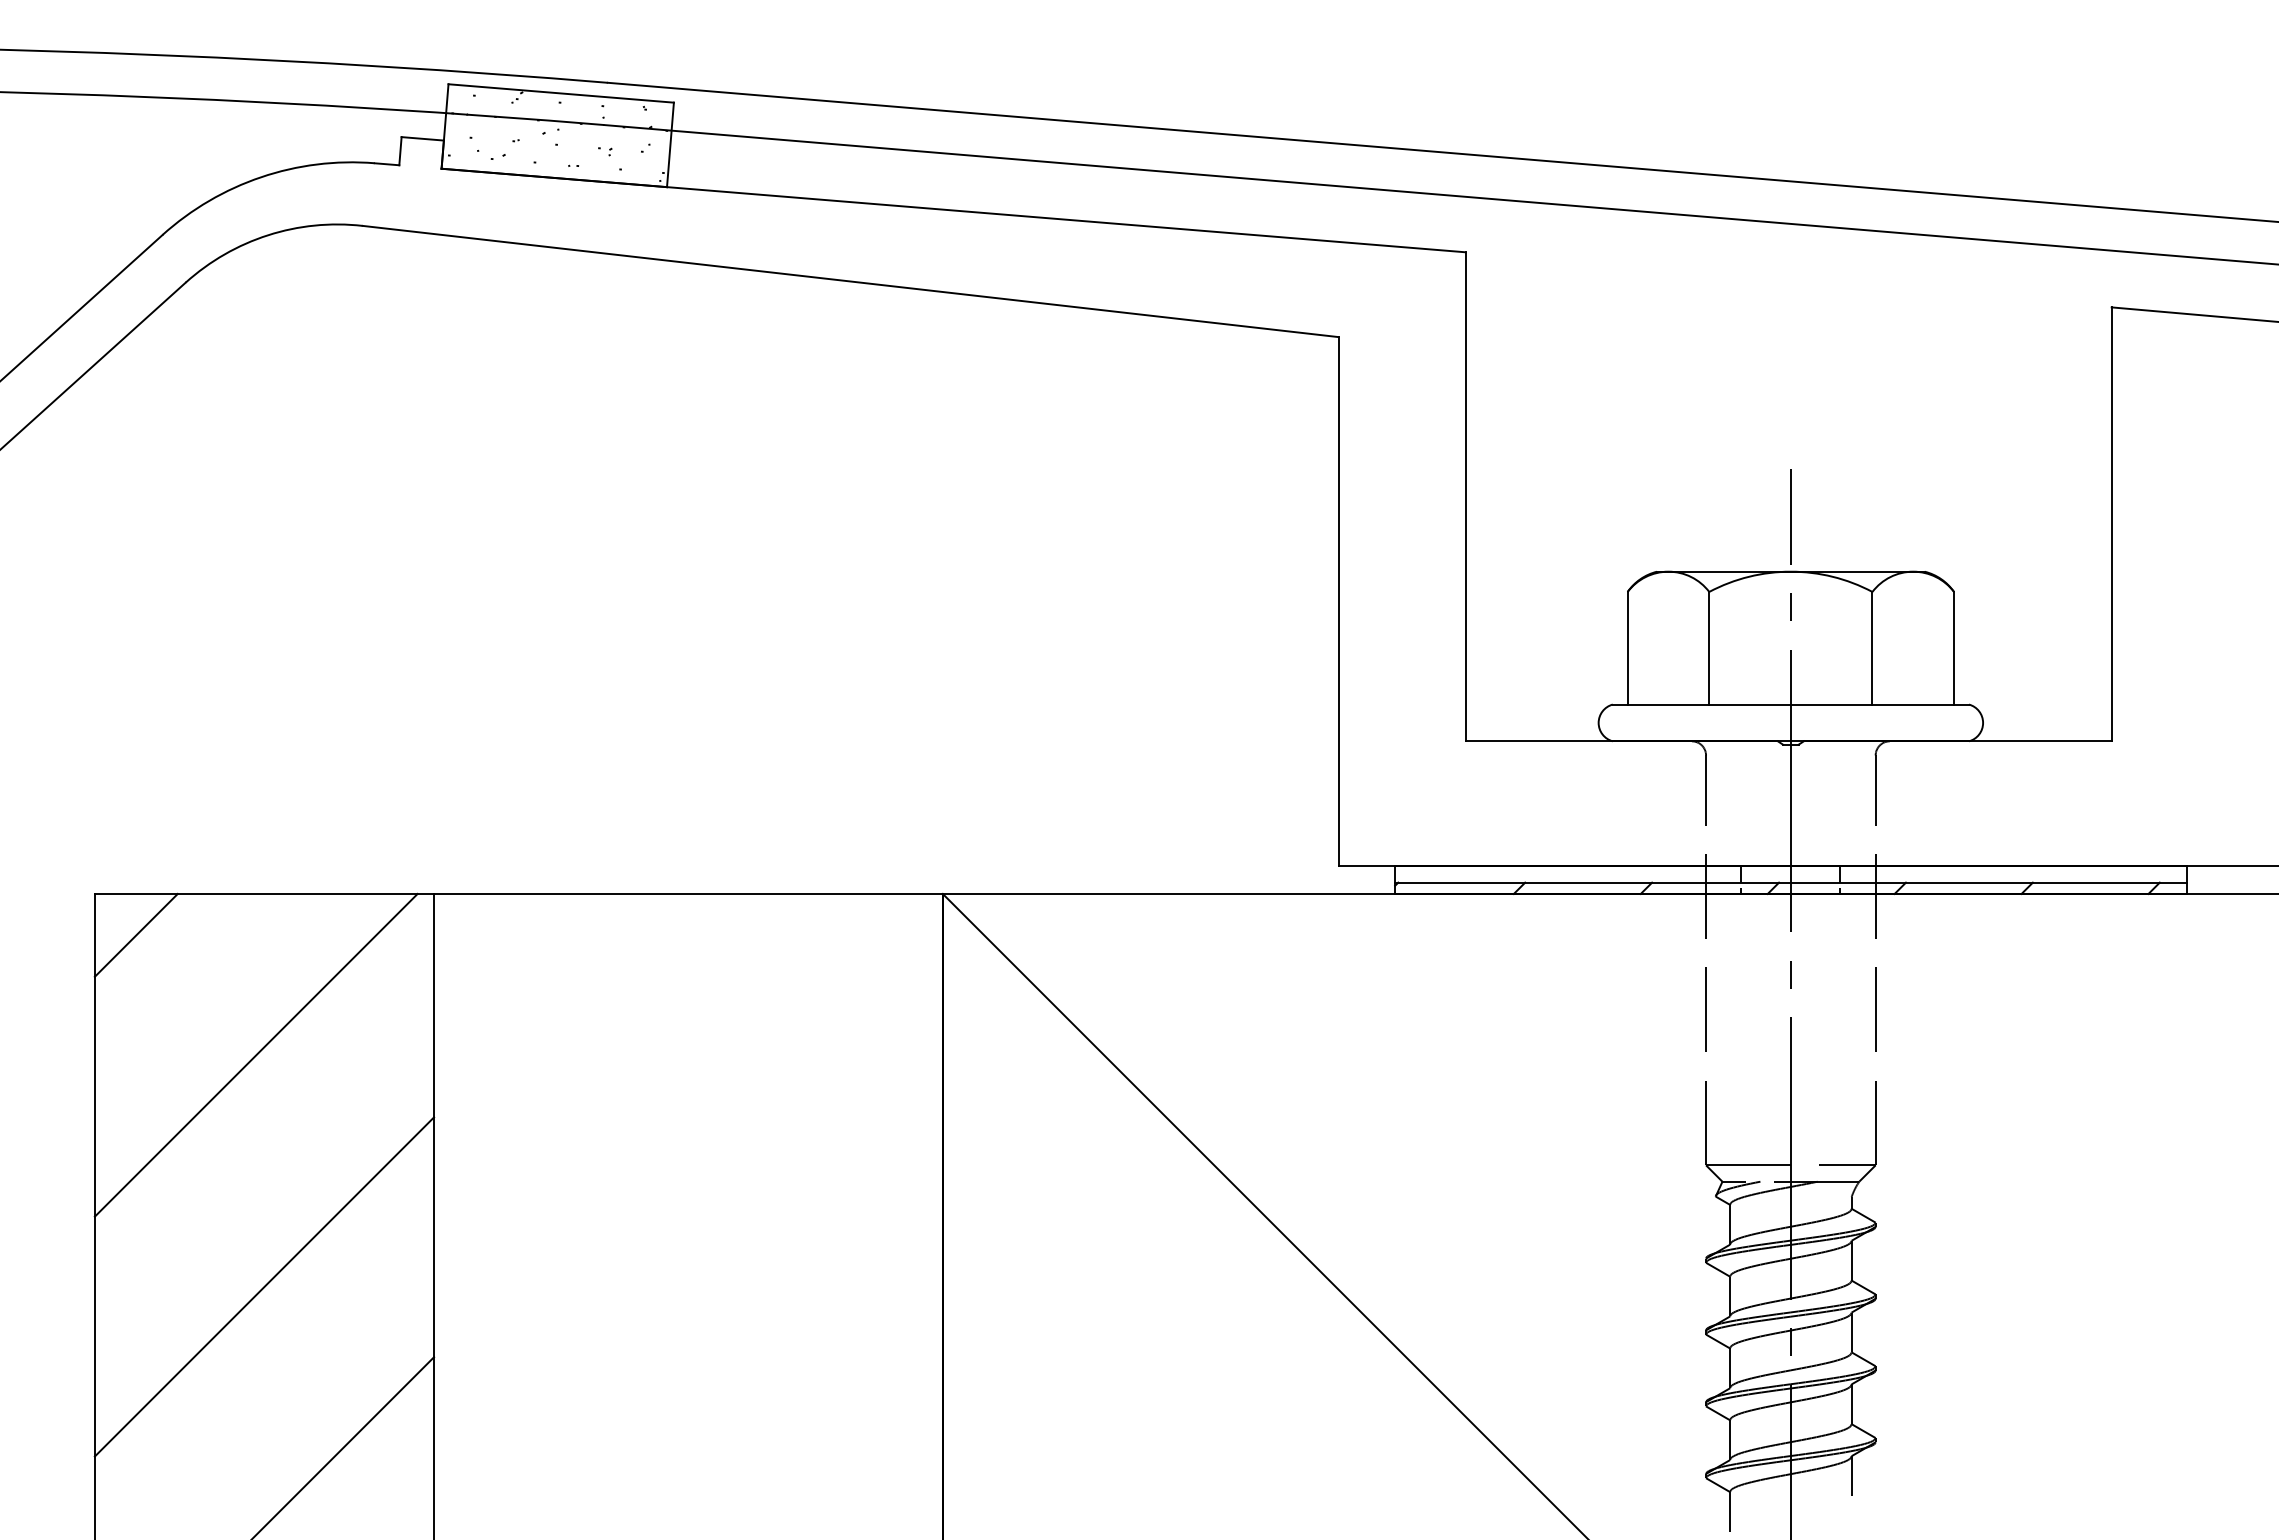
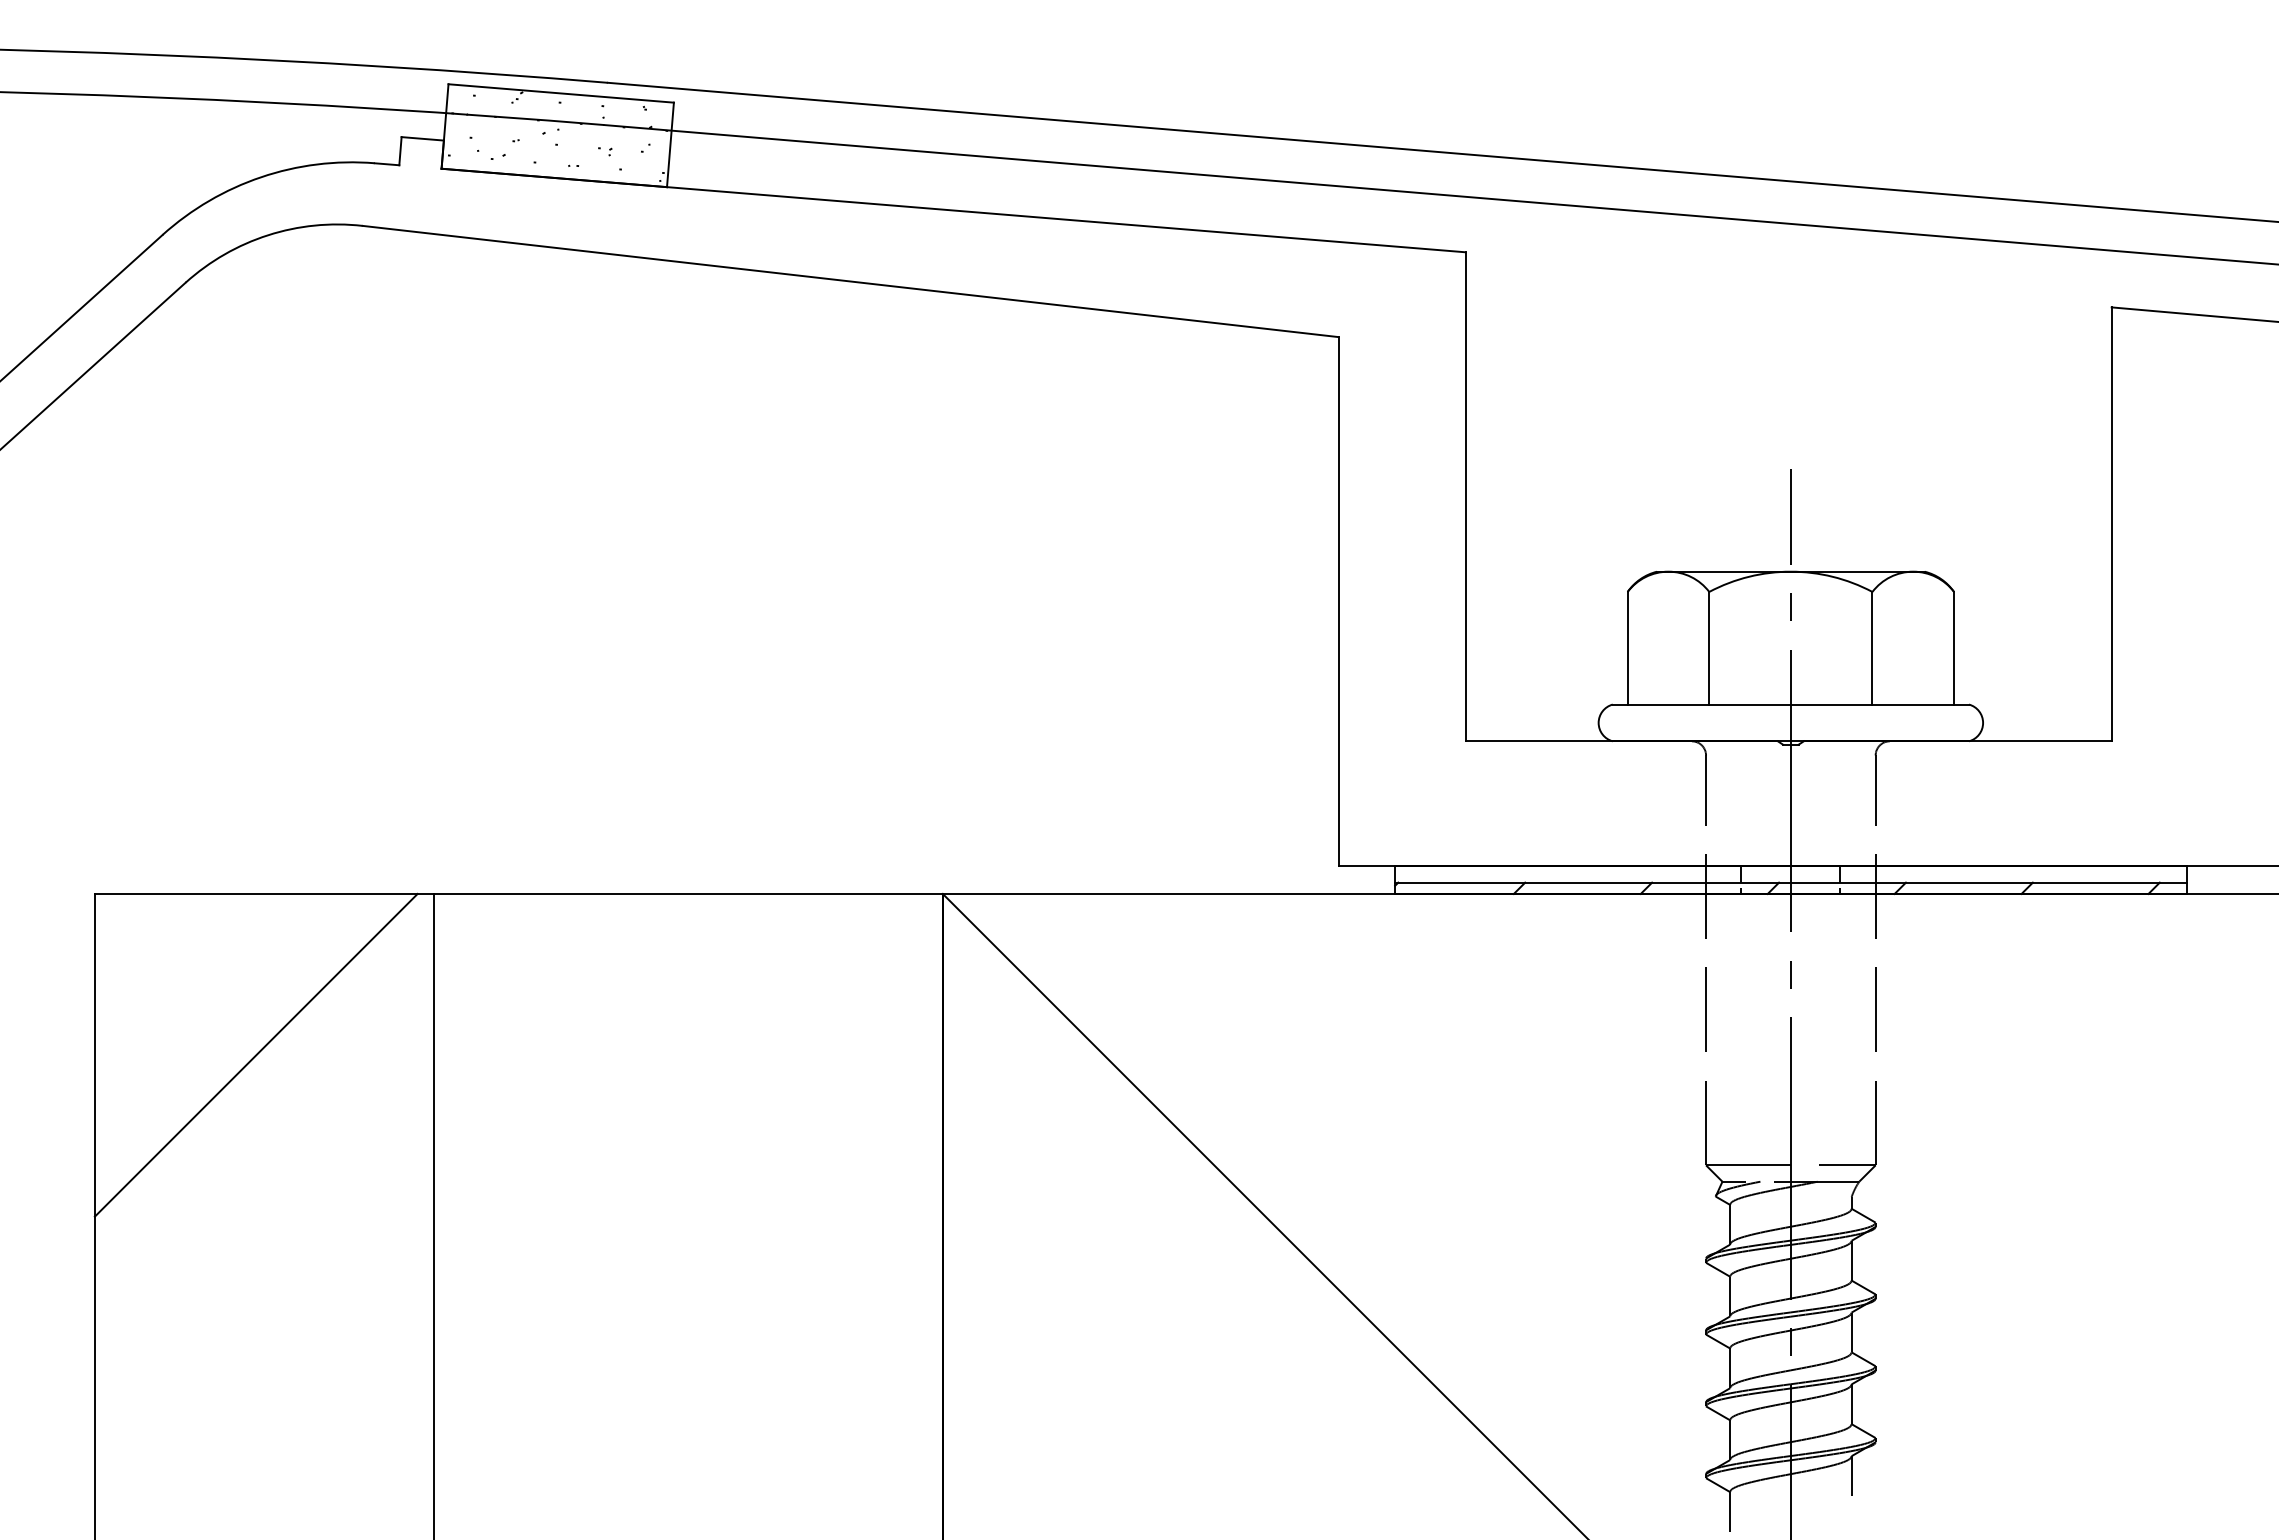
line at (135, 934): present -> none
line at (264, 1286): present -> none
line at (344, 1446): present -> none
